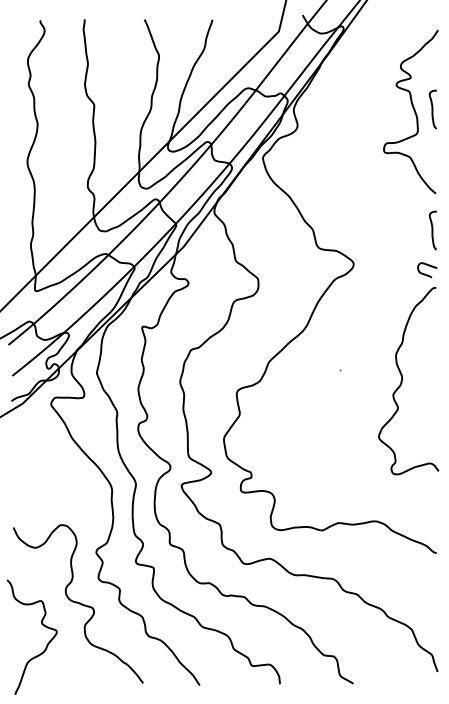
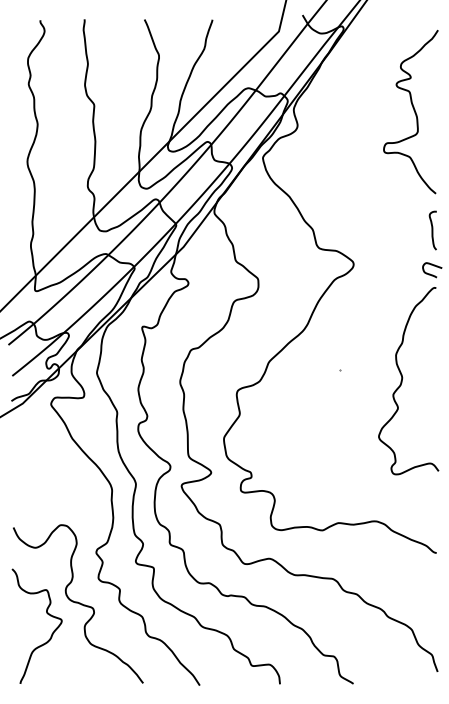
curve at (432, 109): present -> none
curve at (425, 273) position: (425, 273) -> (430, 273)
curve at (42, 625) position: (42, 625) -> (47, 614)
